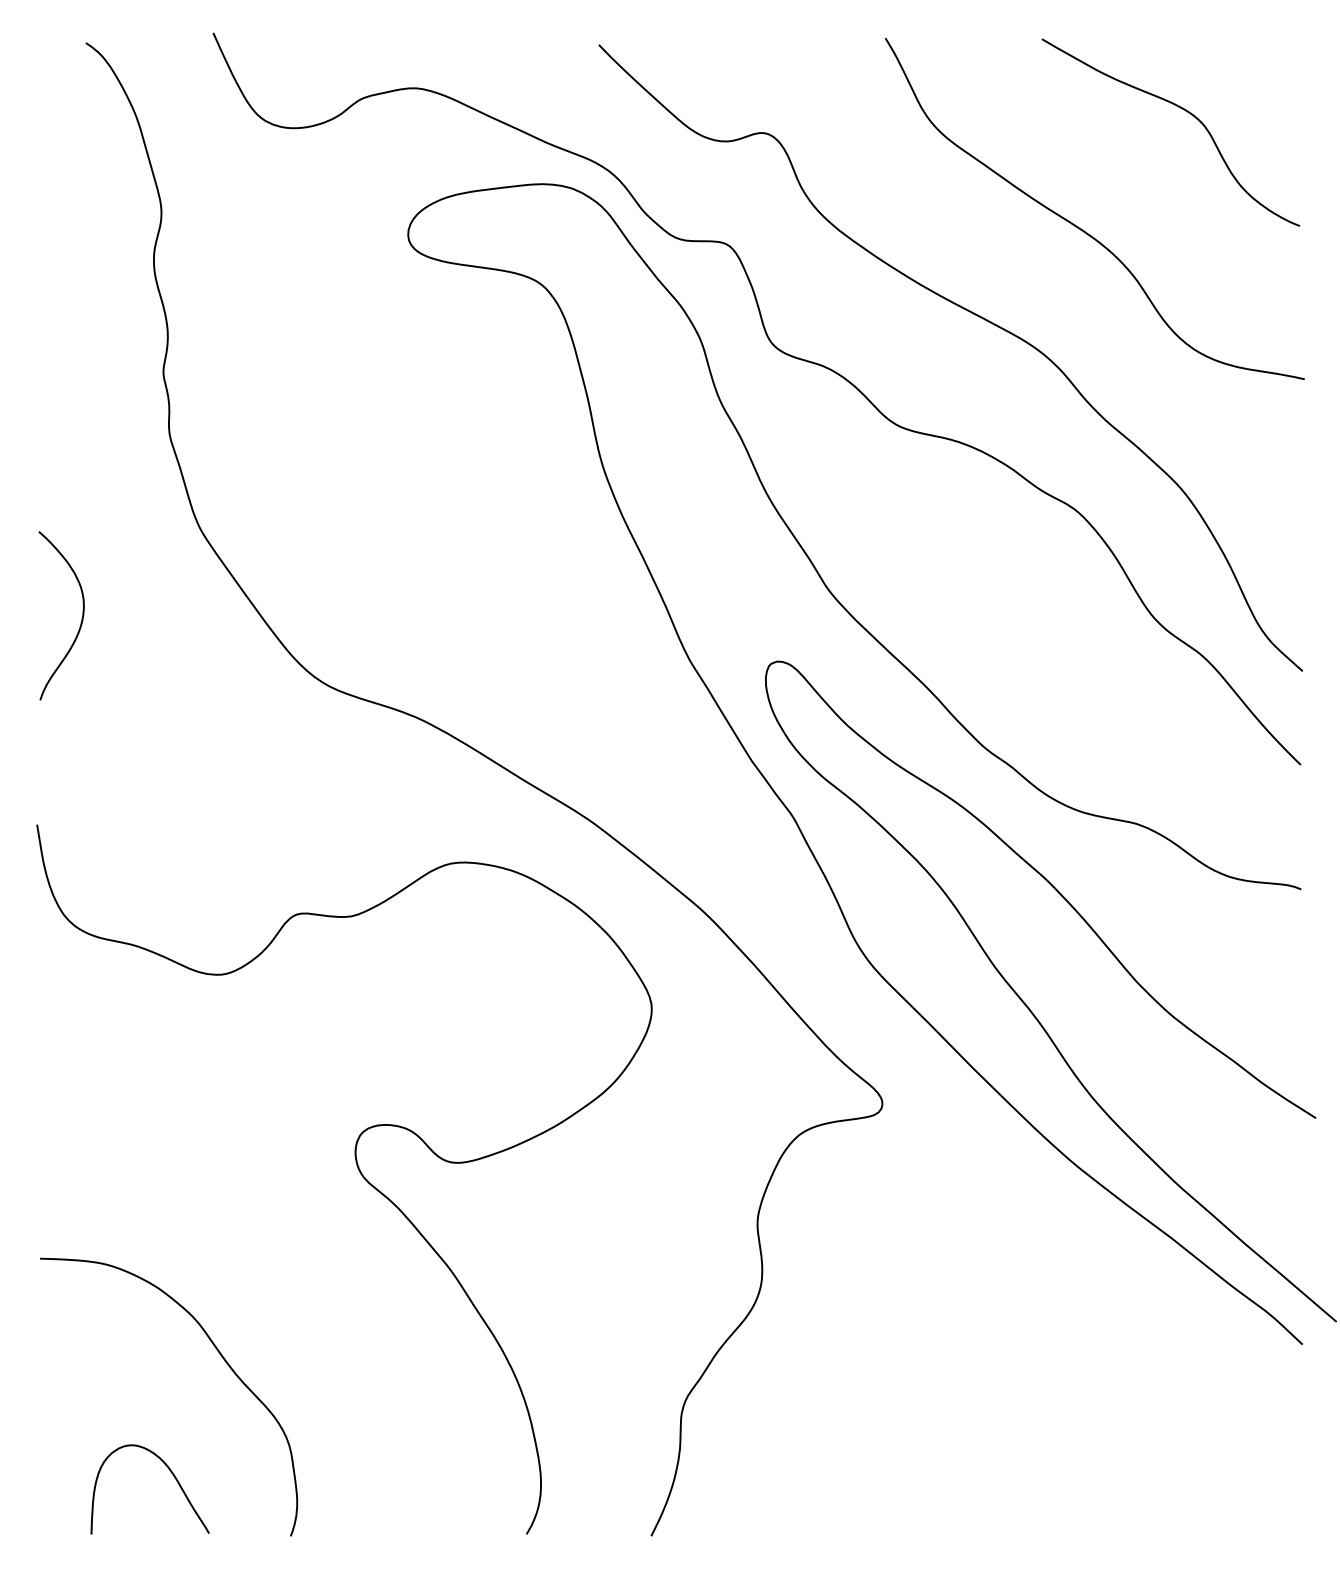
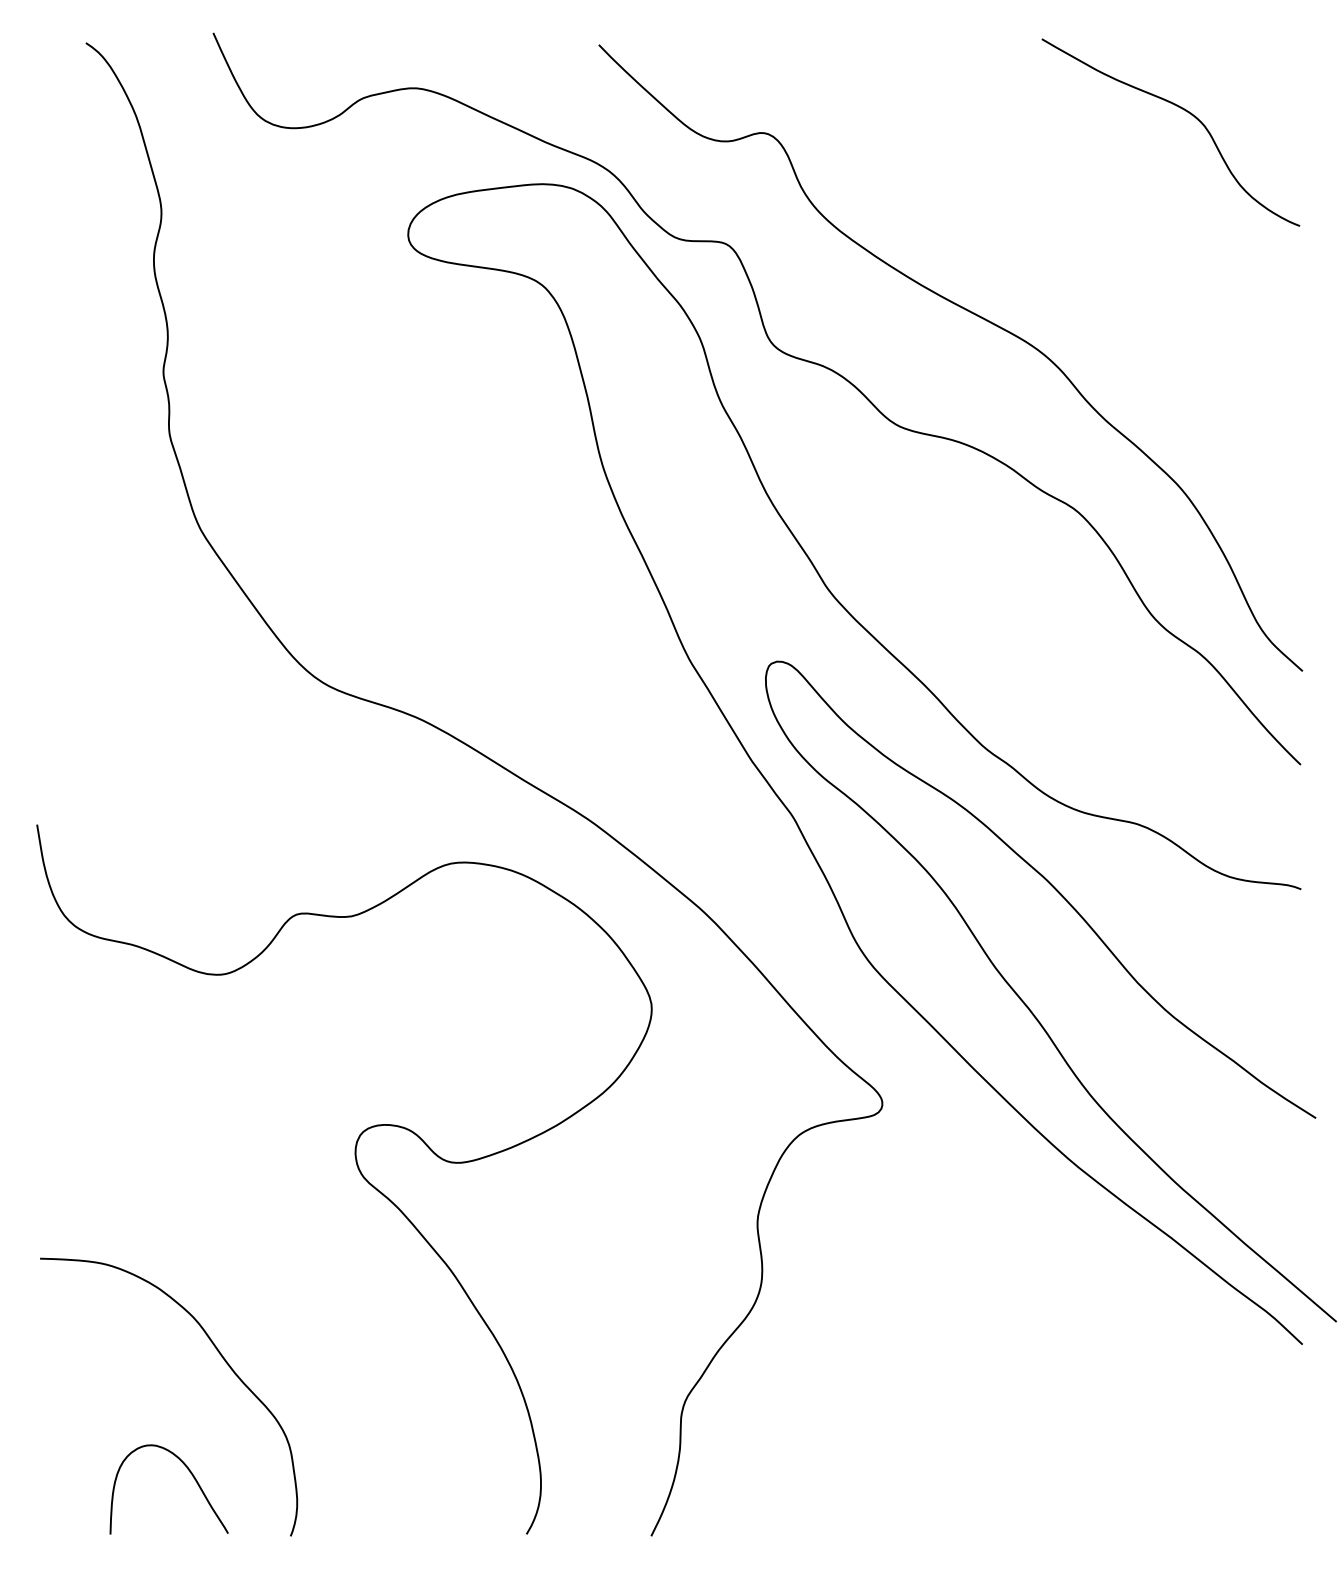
curve at (1081, 228): present -> none
curve at (81, 618): present -> none
curve at (170, 1472) position: (170, 1472) -> (189, 1472)
